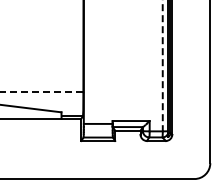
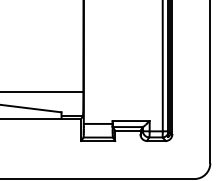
line at (162, 66): dashed -> solid
line at (41, 92): dashed -> solid
